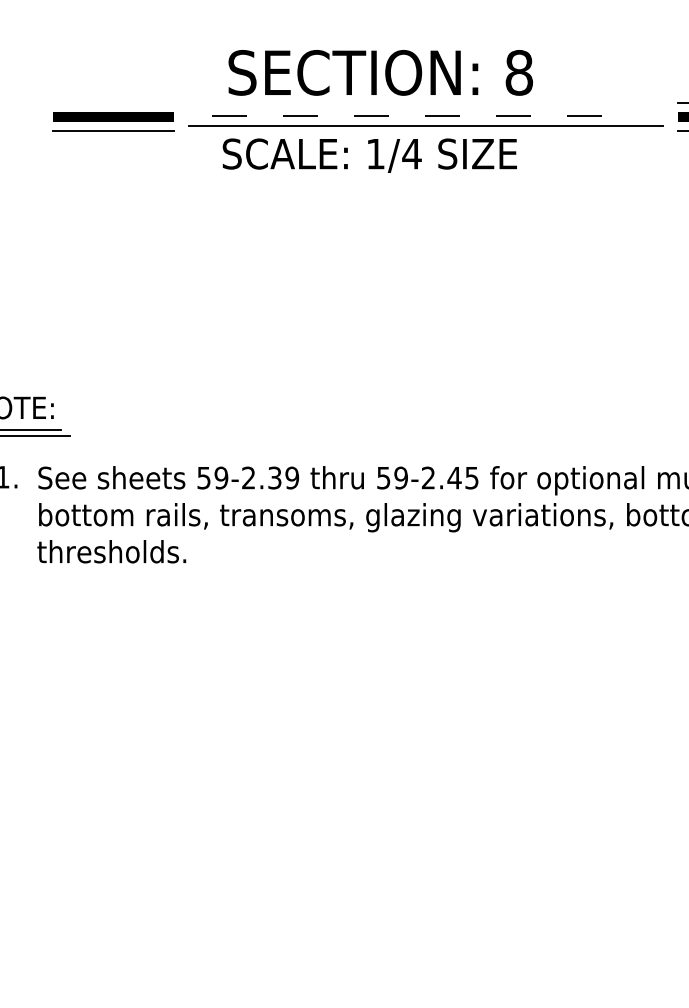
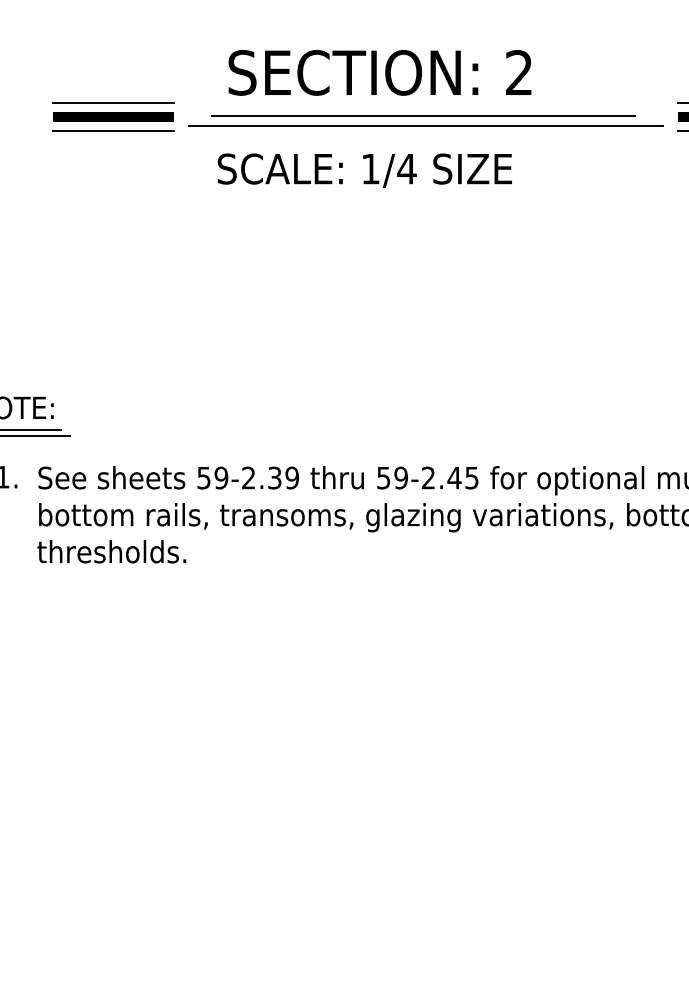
text at (519, 72): 8 -> 2
line at (113, 103): none -> present
line at (423, 115): dashed -> solid
text at (369, 155) position: (369, 155) -> (364, 170)
